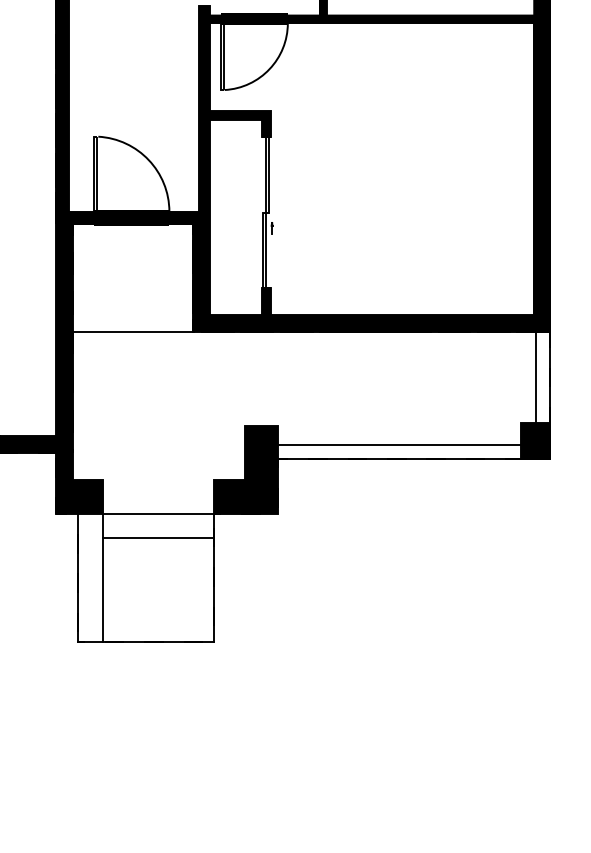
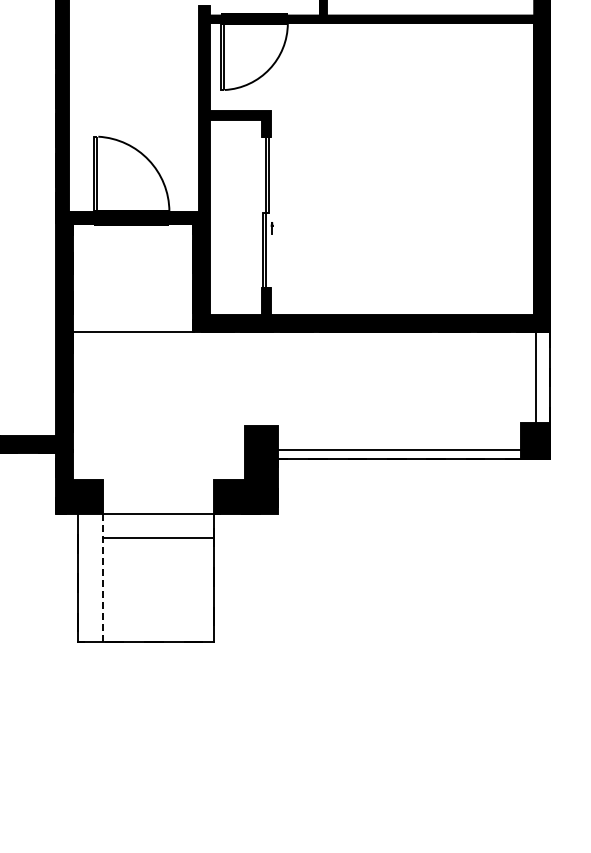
line at (398, 444) position: (398, 444) -> (398, 449)
line at (102, 577): solid -> dashed
